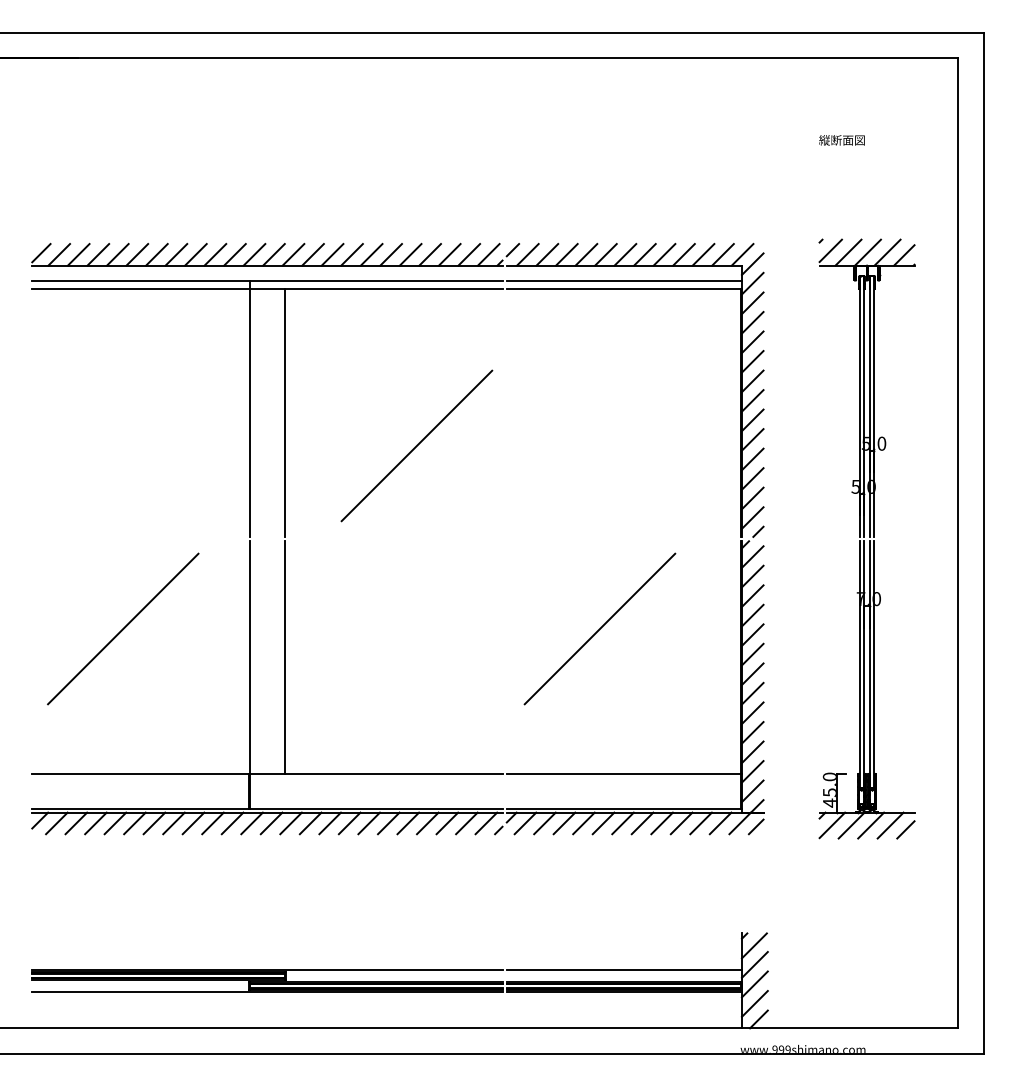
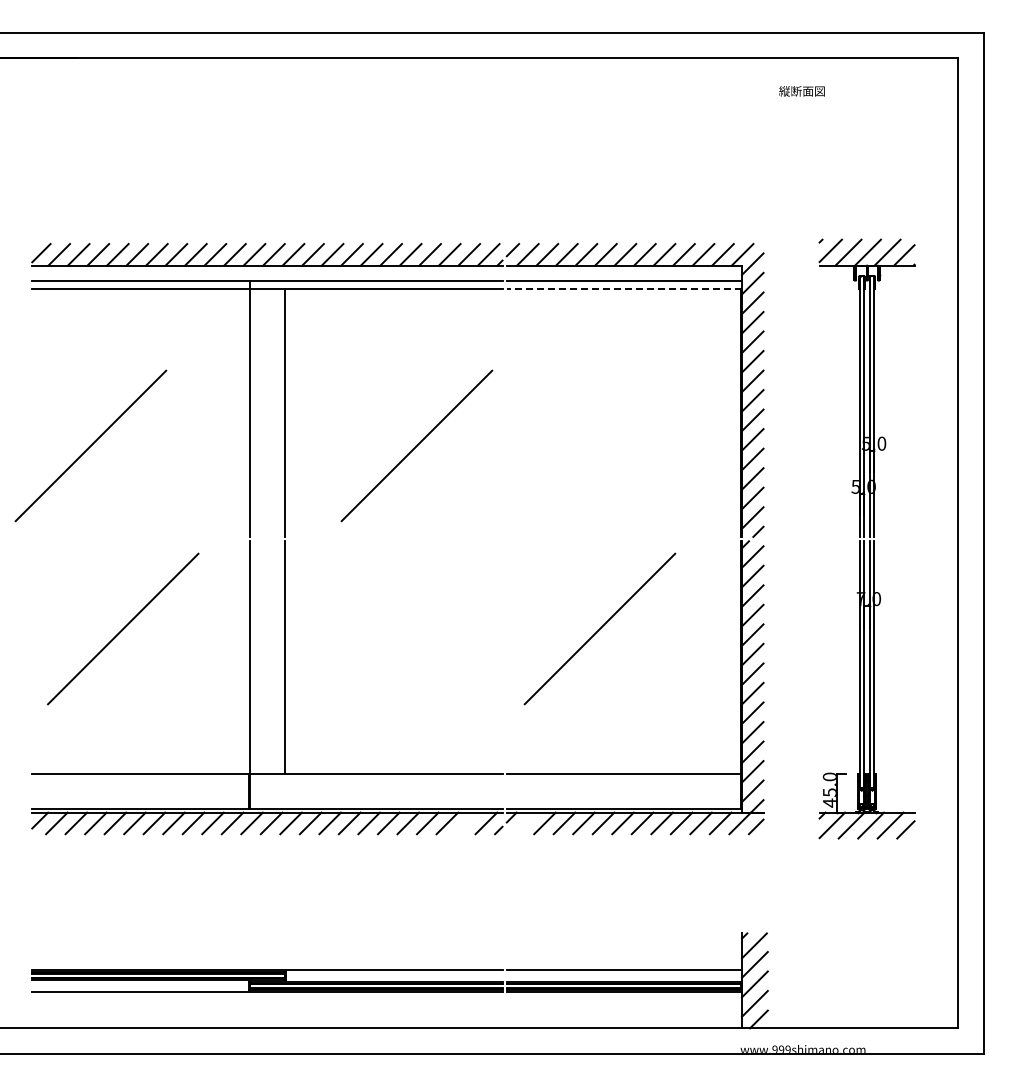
text at (841, 140) position: (841, 140) -> (801, 91)
line at (624, 288): solid -> dashed
line at (90, 445): none -> present
line at (466, 823): present -> none
line at (525, 823): present -> none
